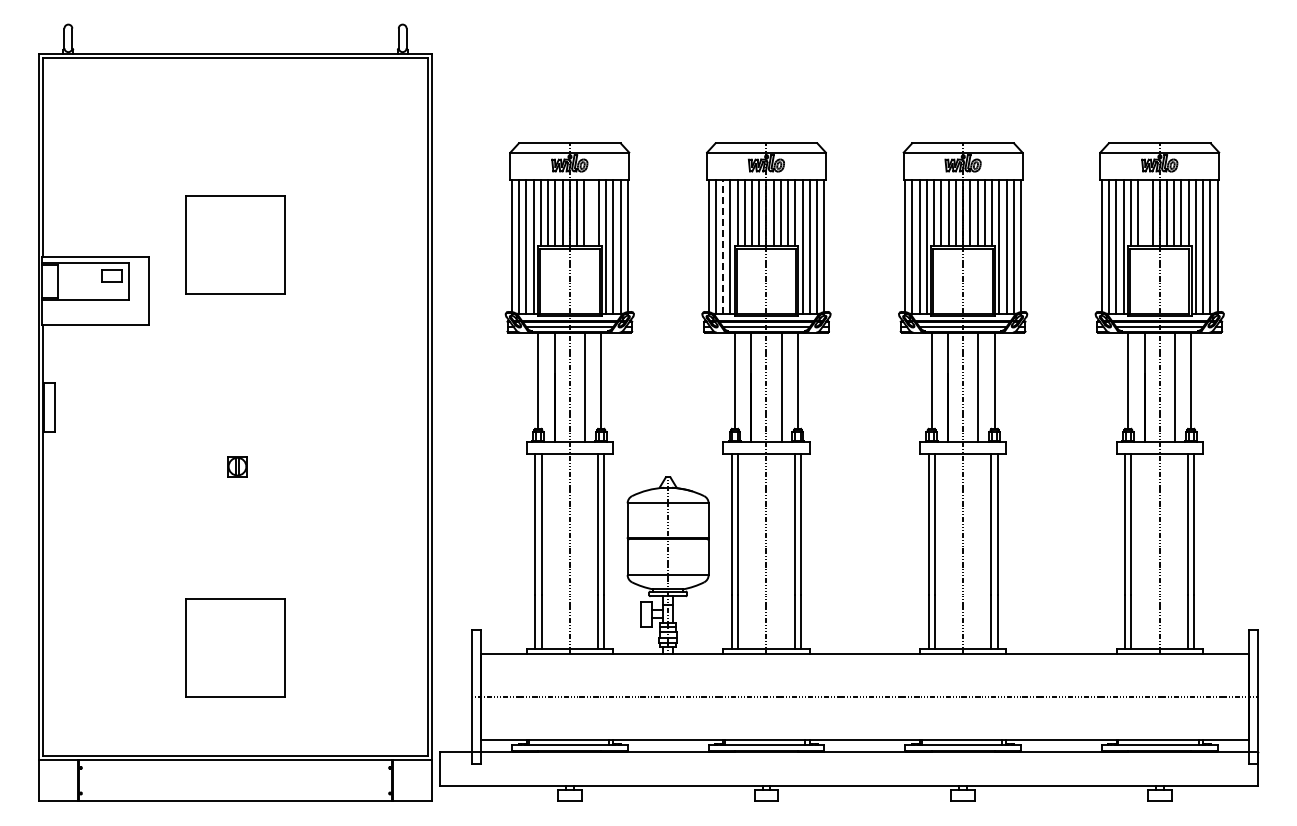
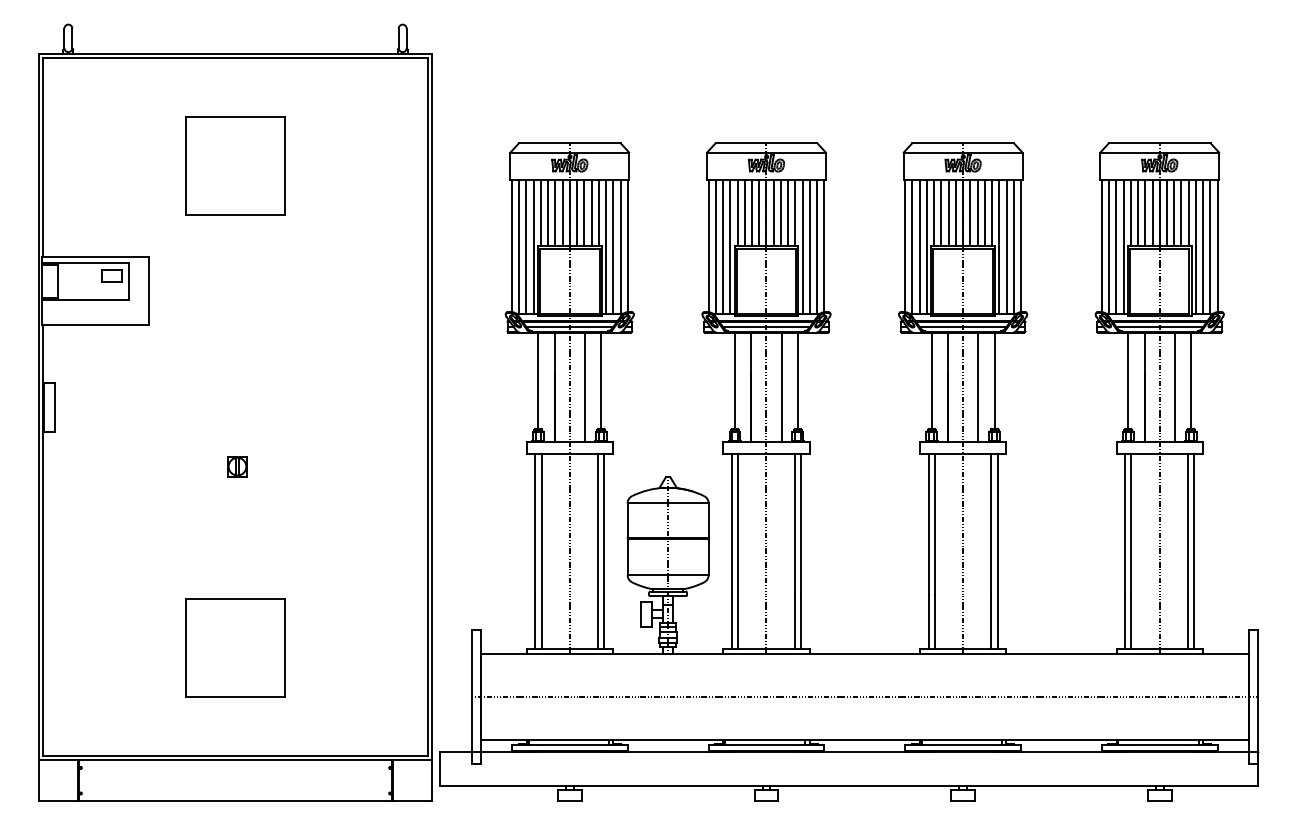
line at (591, 213): none -> present
line at (1145, 213): none -> present
part at (235, 244) position: (235, 244) -> (235, 165)
line at (723, 247): dashed -> solid
